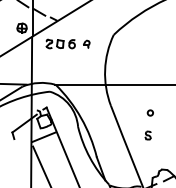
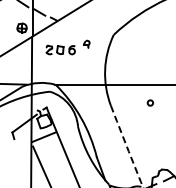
part at (60, 43) position: (60, 43) -> (60, 49)
circle at (149, 112) position: (149, 112) -> (149, 102)
part at (147, 135): present -> none
arc at (127, 147): solid -> dashed
